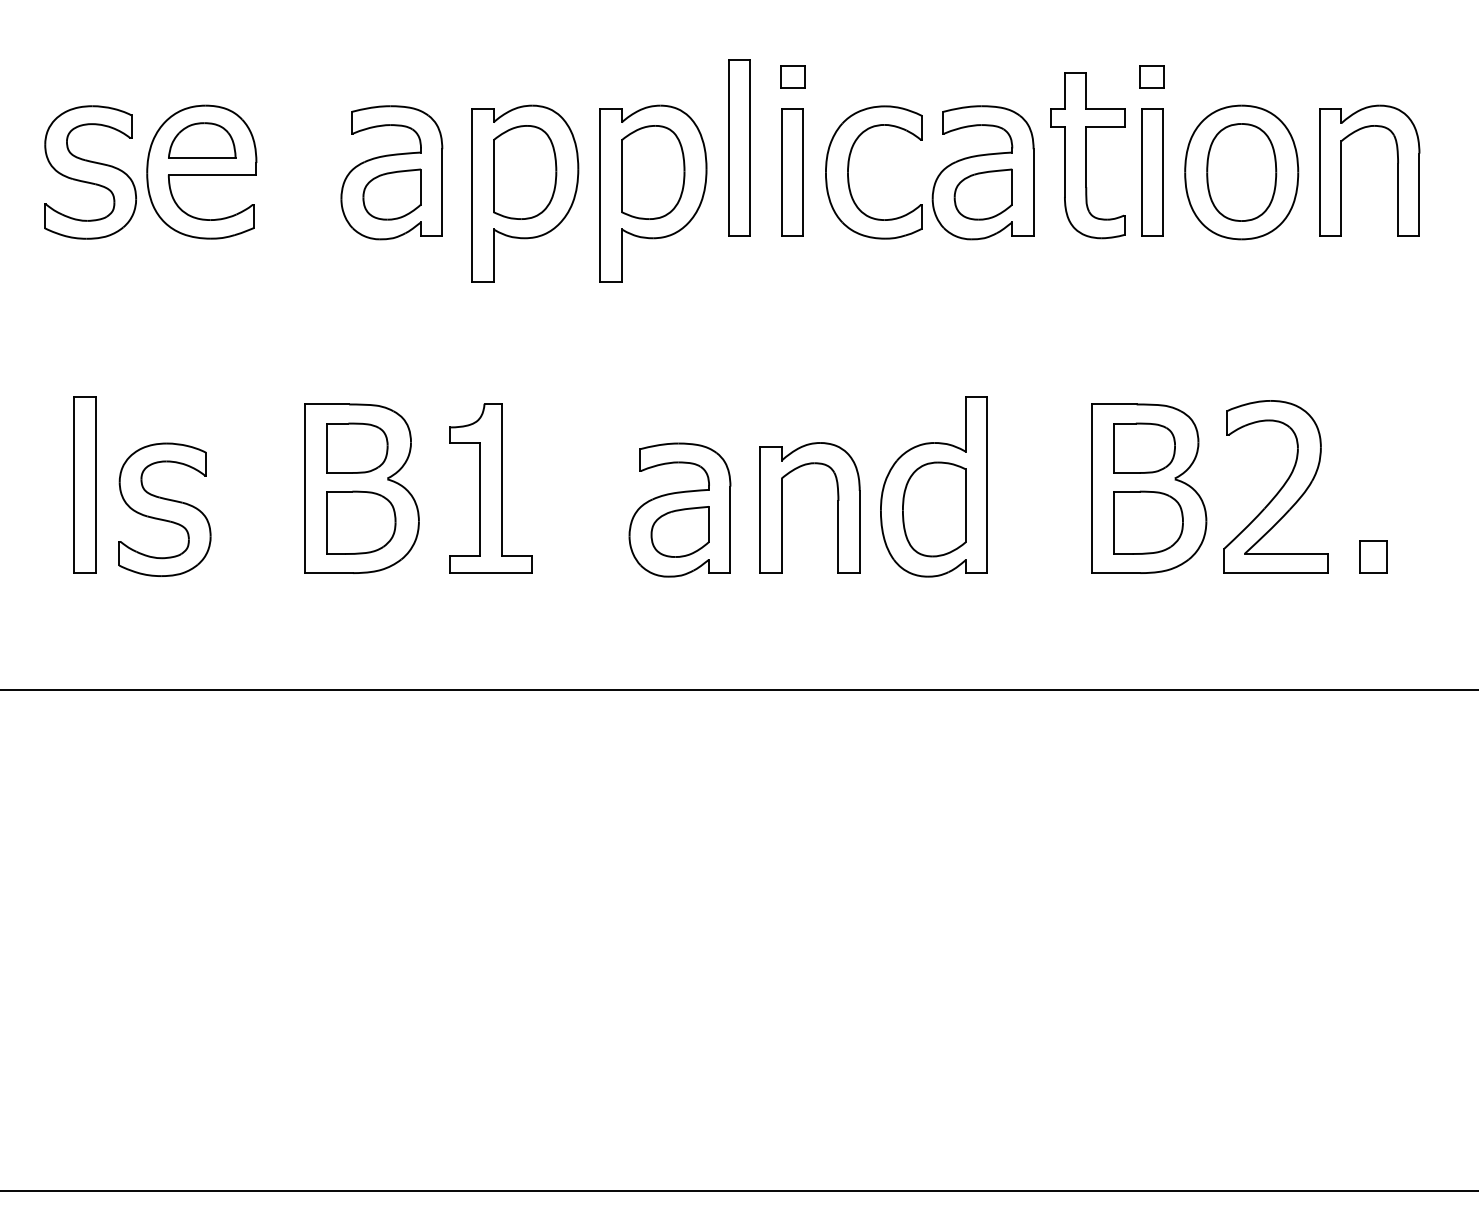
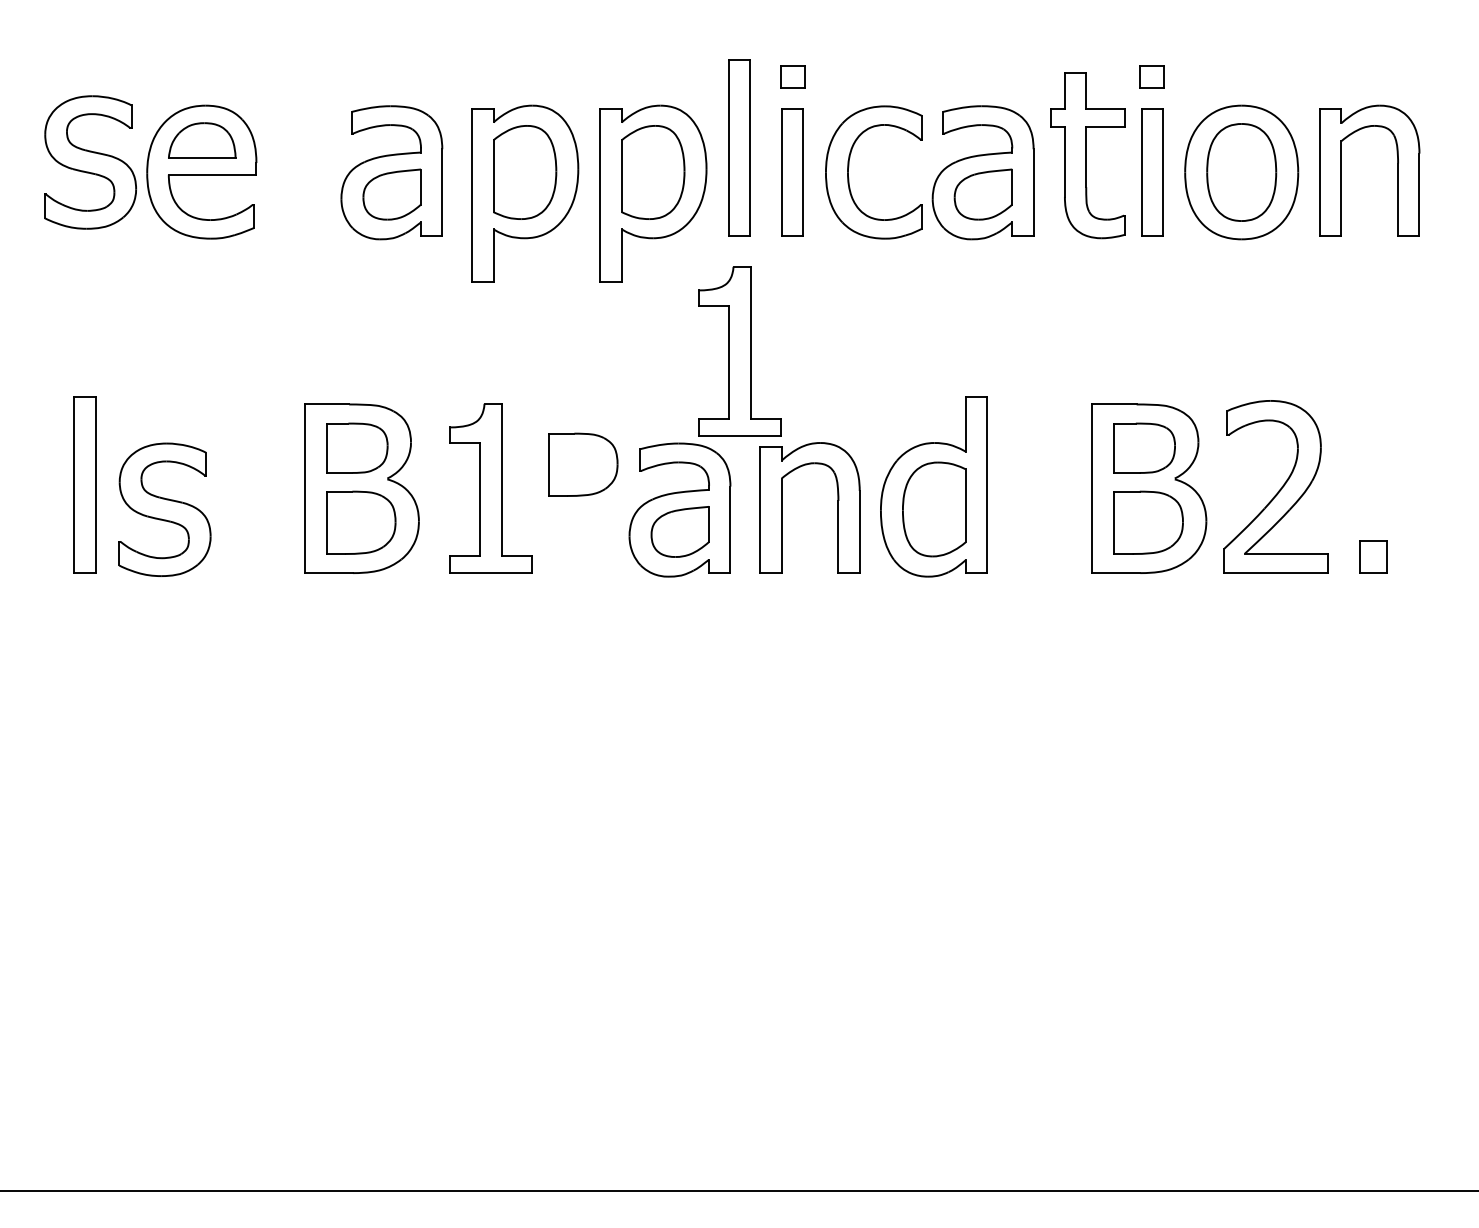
part at (90, 172) position: (90, 172) -> (90, 162)
part at (739, 351): none -> present
part at (583, 464): none -> present
line at (738, 690): present -> none
